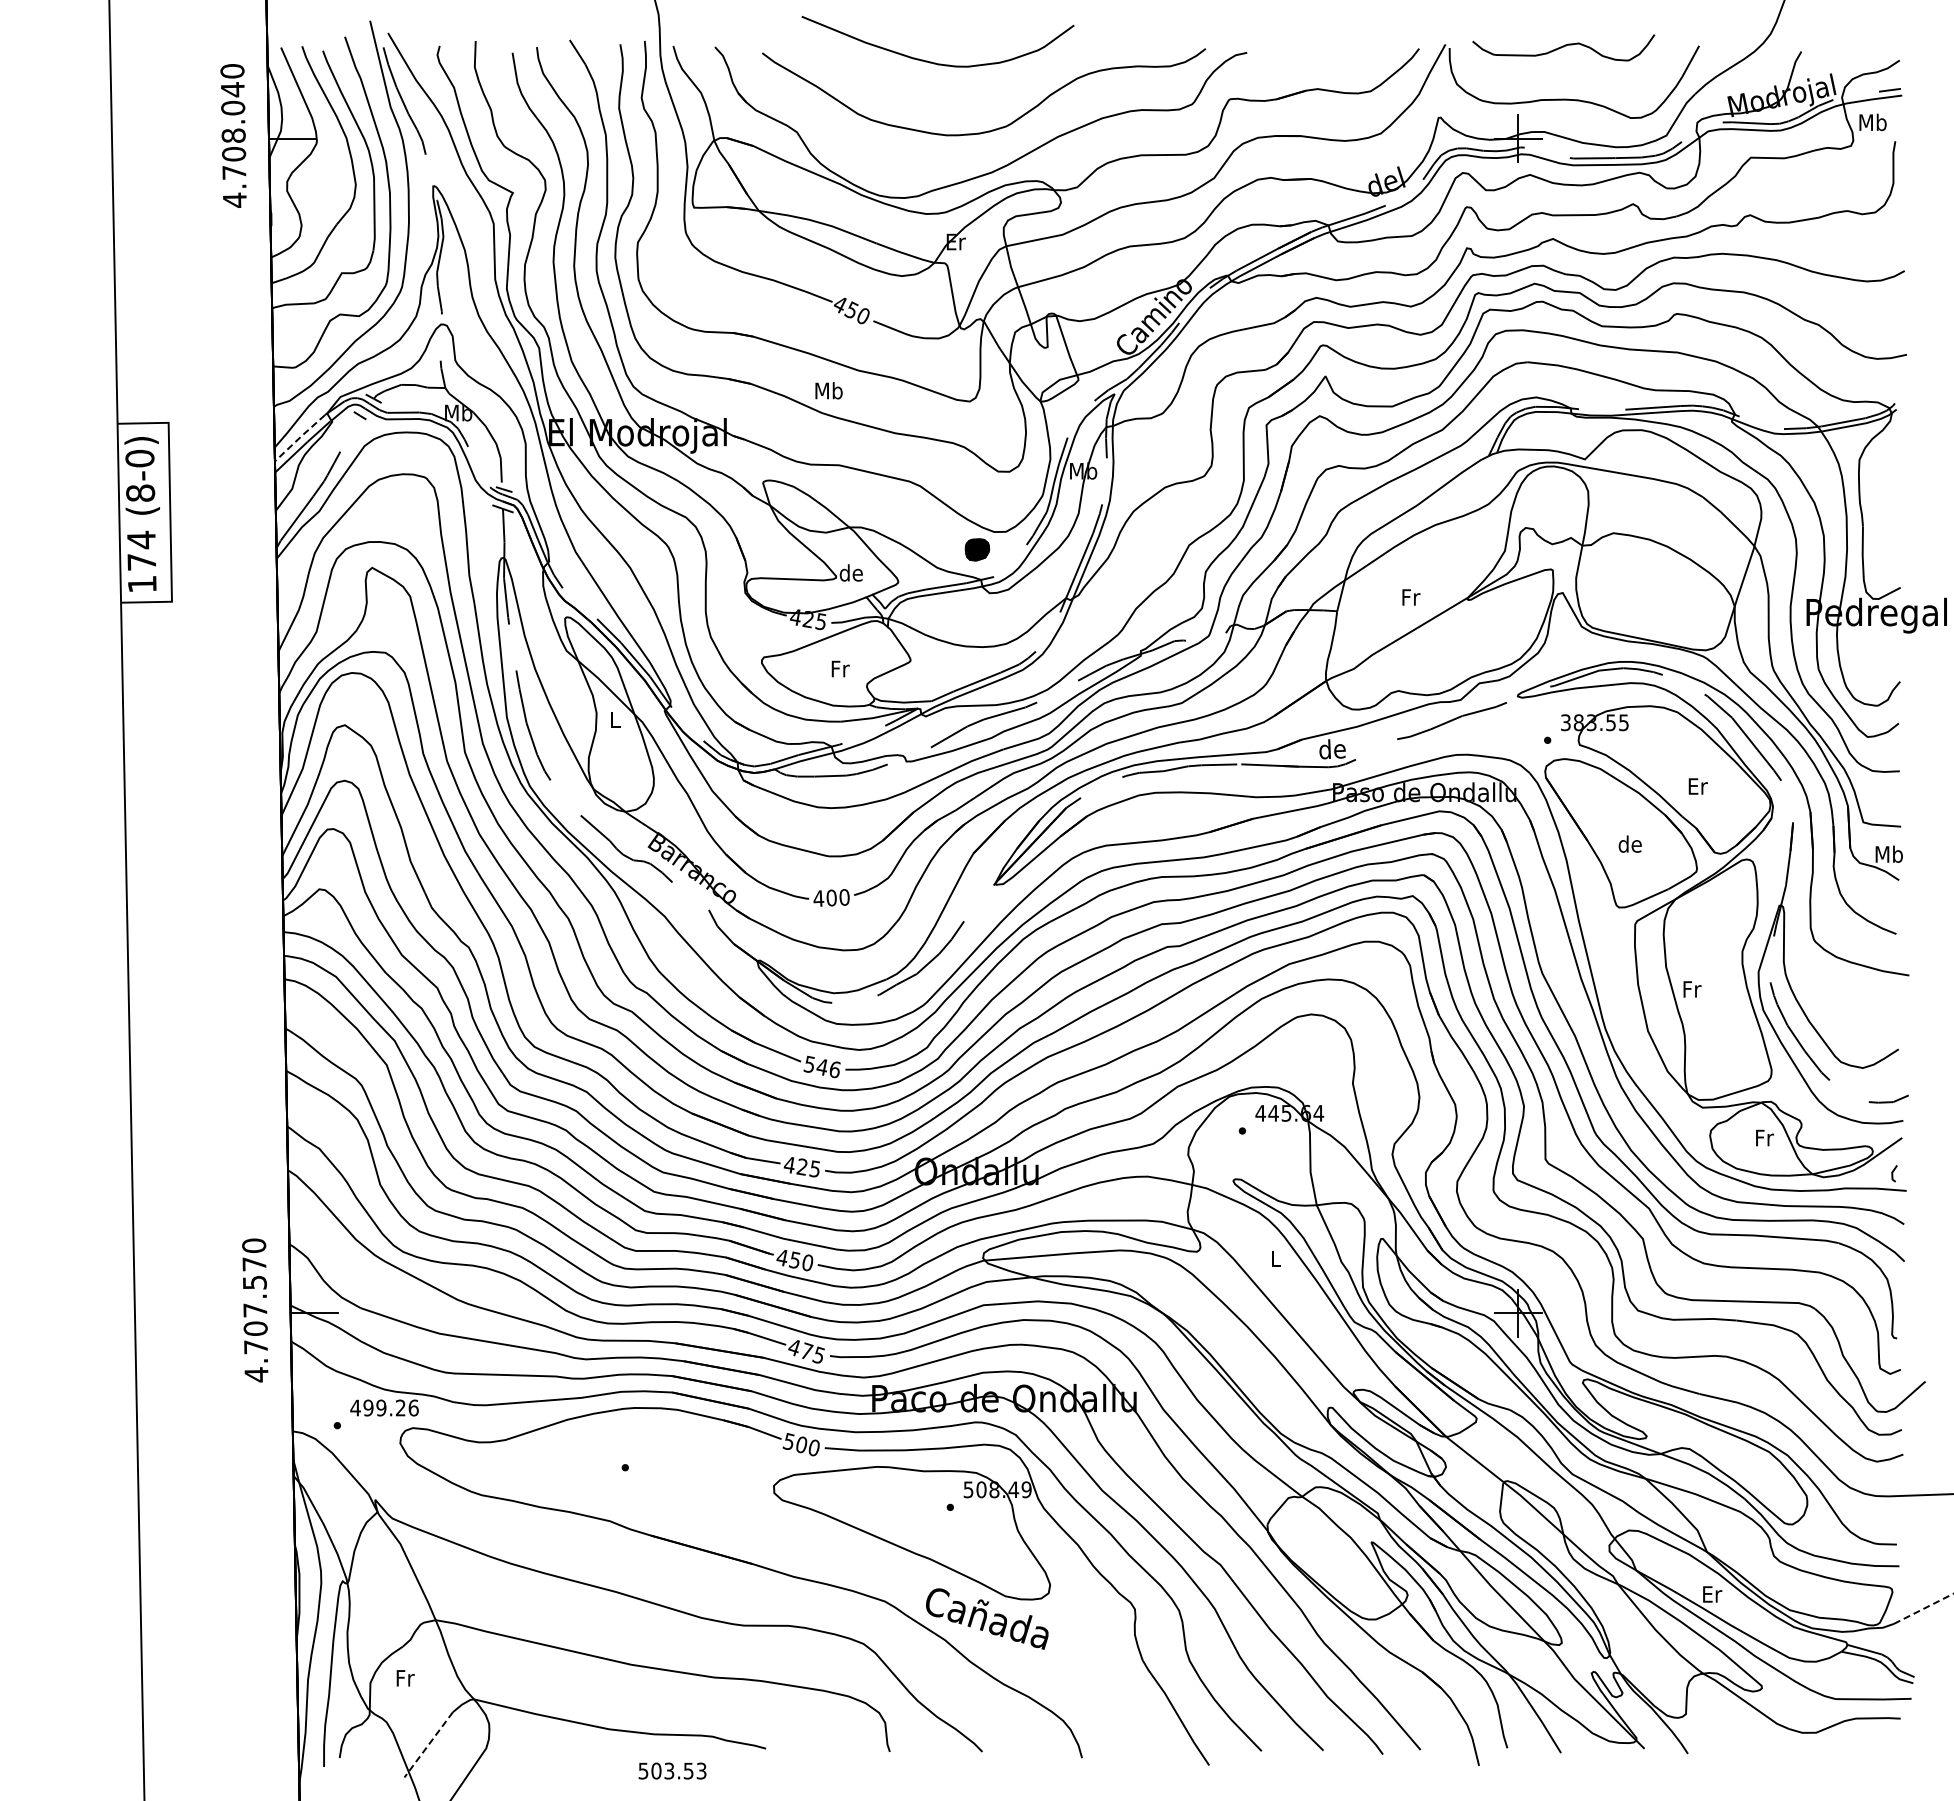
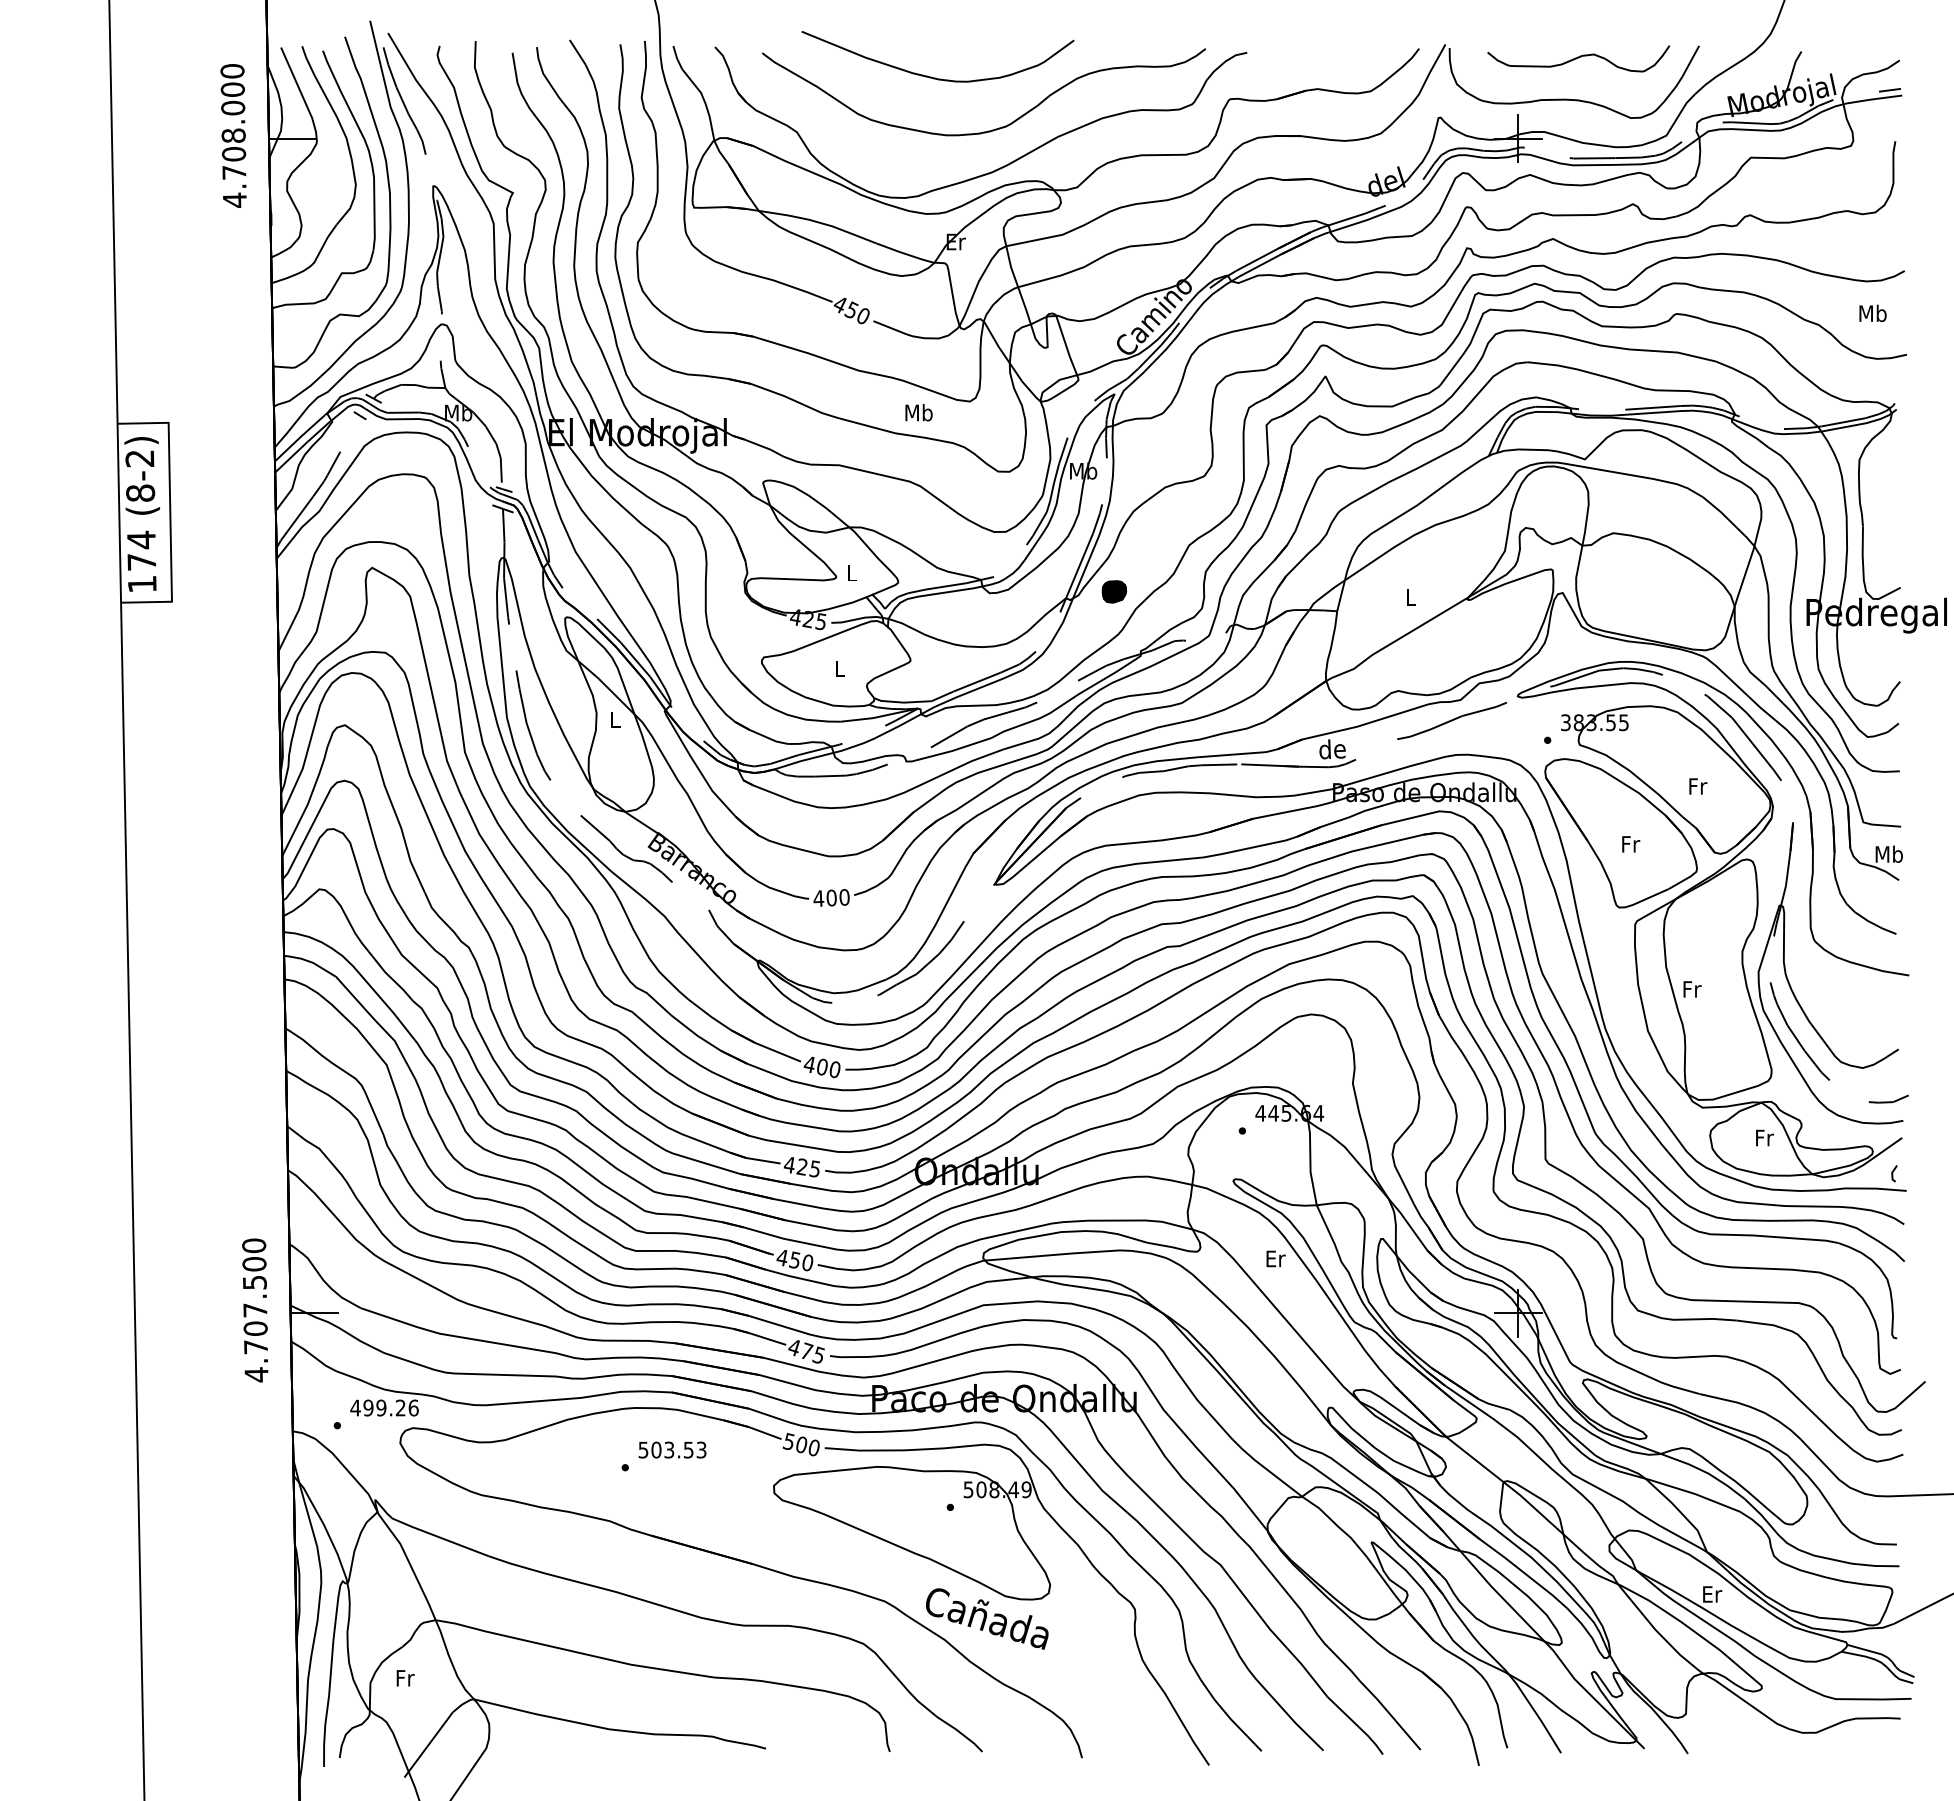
part at (1563, 47) position: (1563, 47) -> (1578, 58)
curve at (931, 61) position: (931, 61) -> (931, 76)
text at (232, 89): 4.708.040 -> 4.708.000
text at (1872, 122) position: (1872, 122) -> (1872, 313)
text at (828, 390) position: (828, 390) -> (918, 412)
line at (299, 437): dashed -> solid
text at (139, 458): (8-0) -> (8-2)
part at (977, 549) position: (977, 549) -> (1114, 591)
text at (850, 572): de -> L
text at (1411, 597): Fr -> L
text at (840, 668): Fr -> L
text at (1697, 786): Er -> Fr
text at (1629, 843): de -> Fr
text at (821, 1066): 546 -> 400
text at (1275, 1258): L -> Er
text at (254, 1264): 4.707.570 -> 4.707.500
line at (1923, 1608): dashed -> solid
line at (428, 1744): dashed -> solid
text at (672, 1770) position: (672, 1770) -> (672, 1449)
